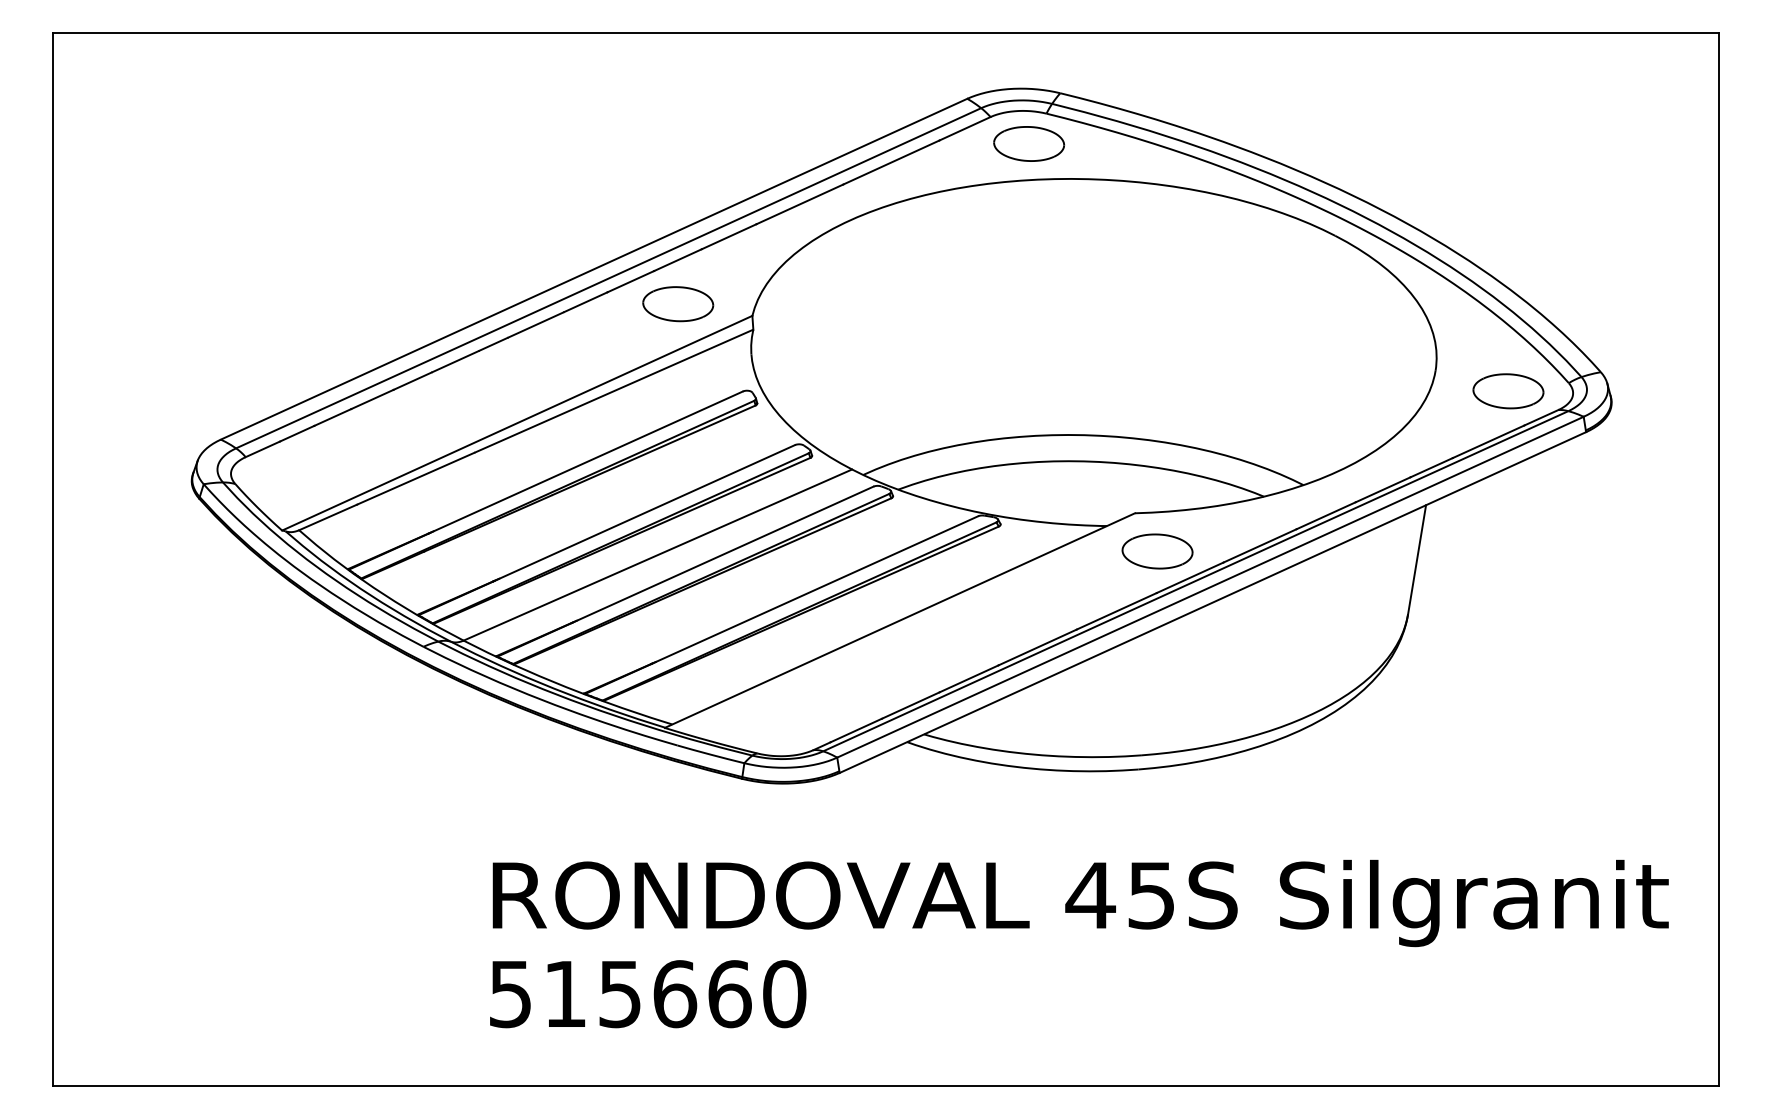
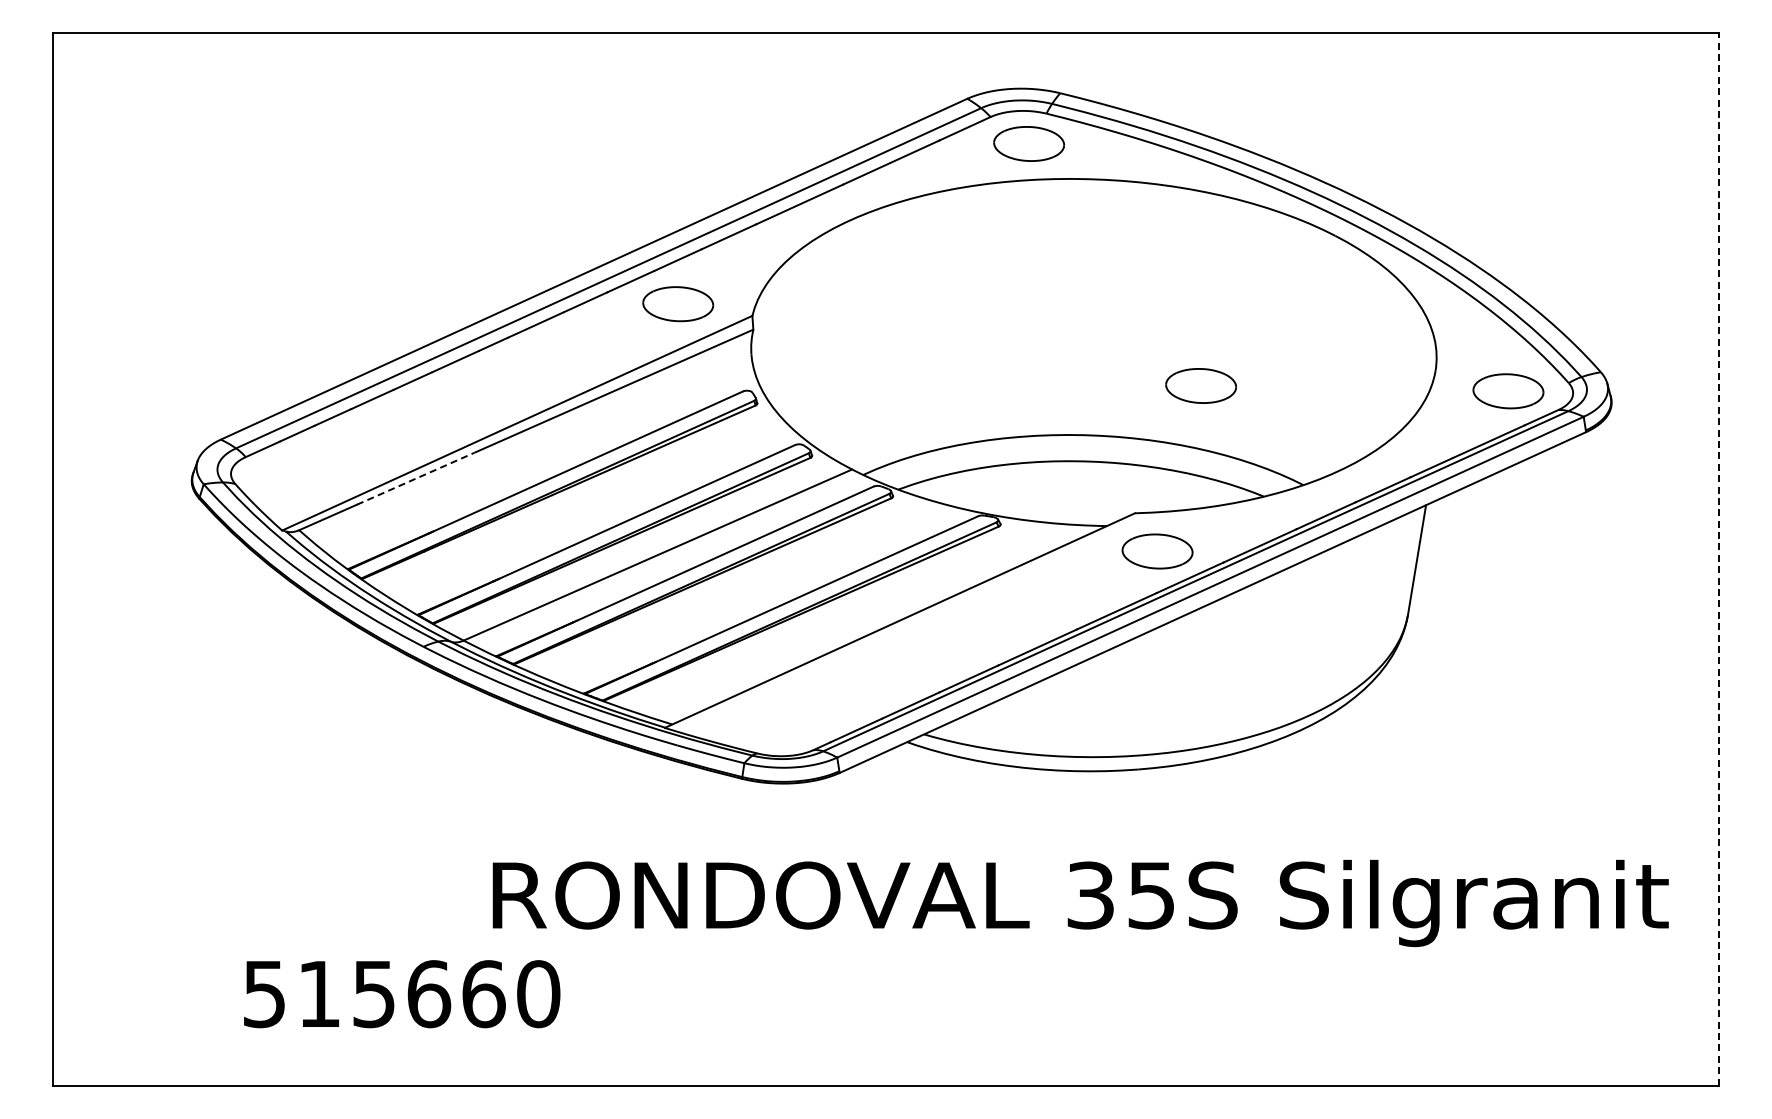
part at (1200, 385): none -> present
line at (416, 478): solid -> dashed
line at (1718, 559): solid -> dashed
text at (1090, 895): 45S -> 35S
text at (648, 994) position: (648, 994) -> (402, 994)
